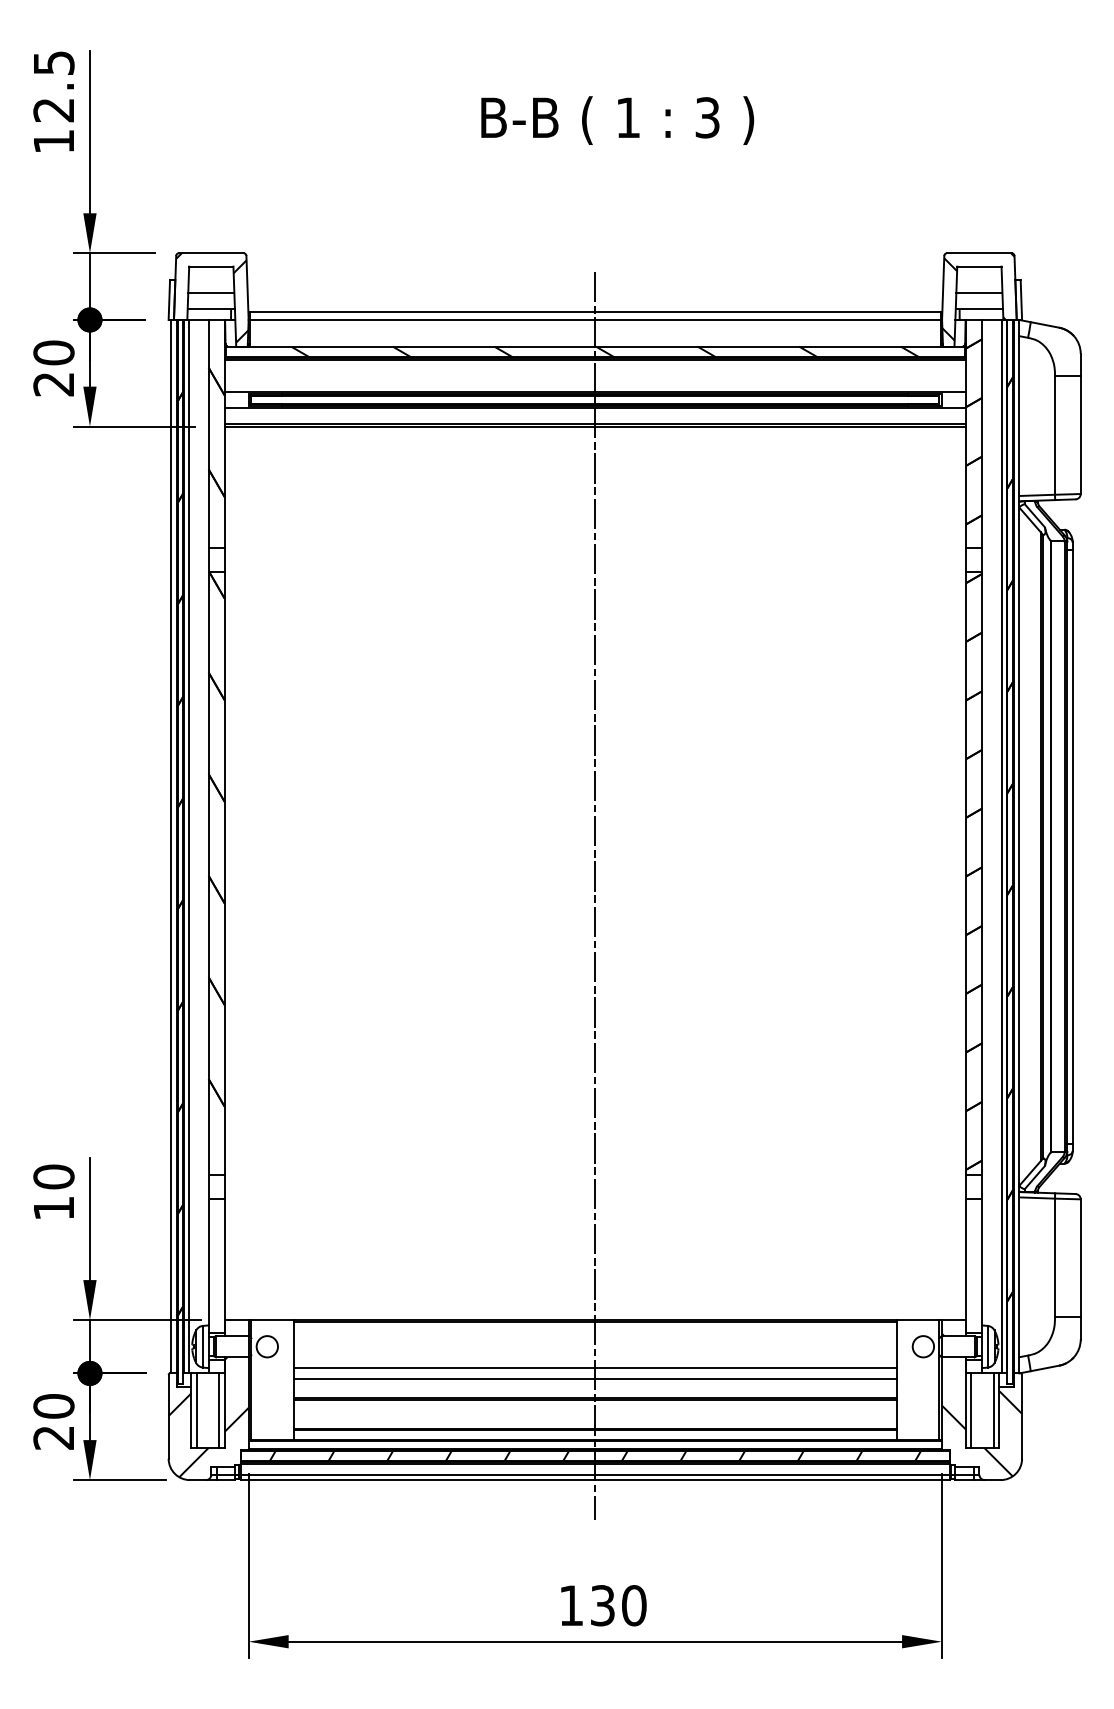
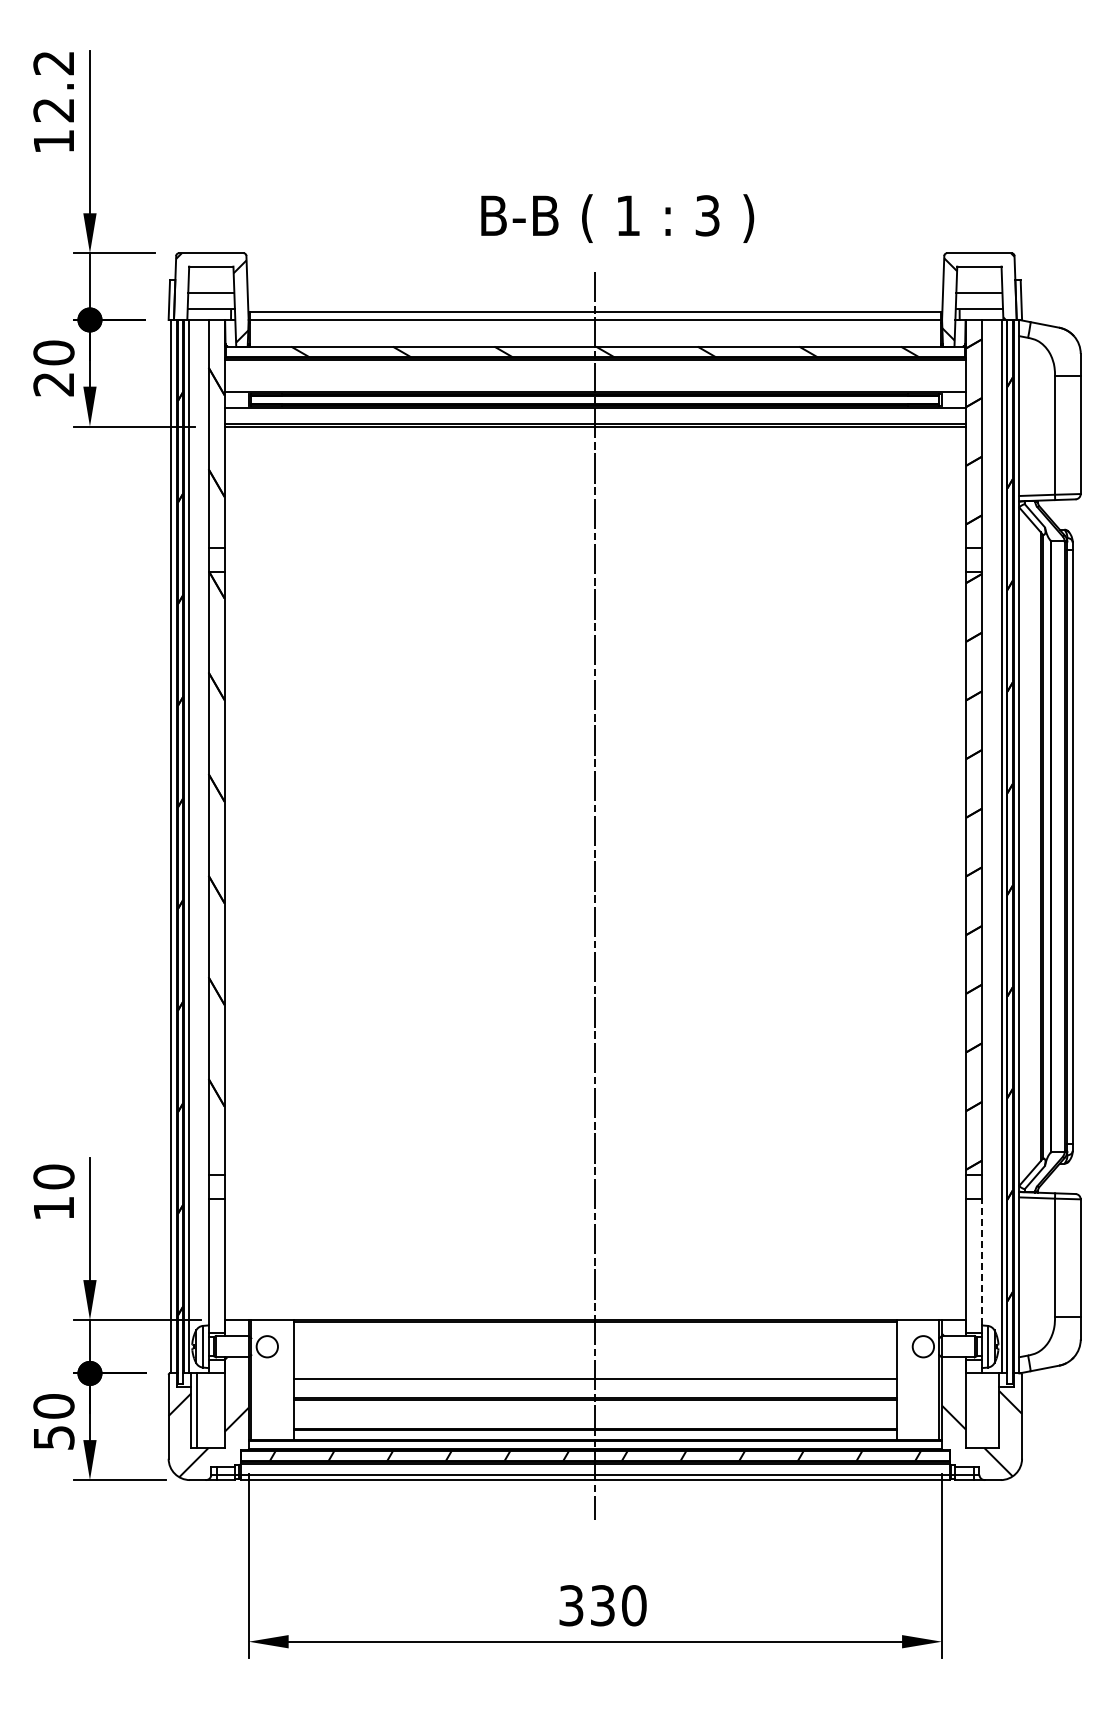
text at (53, 63): 12.5 -> 12.2
text at (617, 120) position: (617, 120) -> (617, 218)
line at (982, 1261): solid -> dashed
line at (595, 1368): present -> none
line at (219, 1410): present -> none
line at (971, 1410): present -> none
line at (994, 1410): present -> none
text at (53, 1437): 20 -> 50
text at (571, 1605): 130 -> 330
